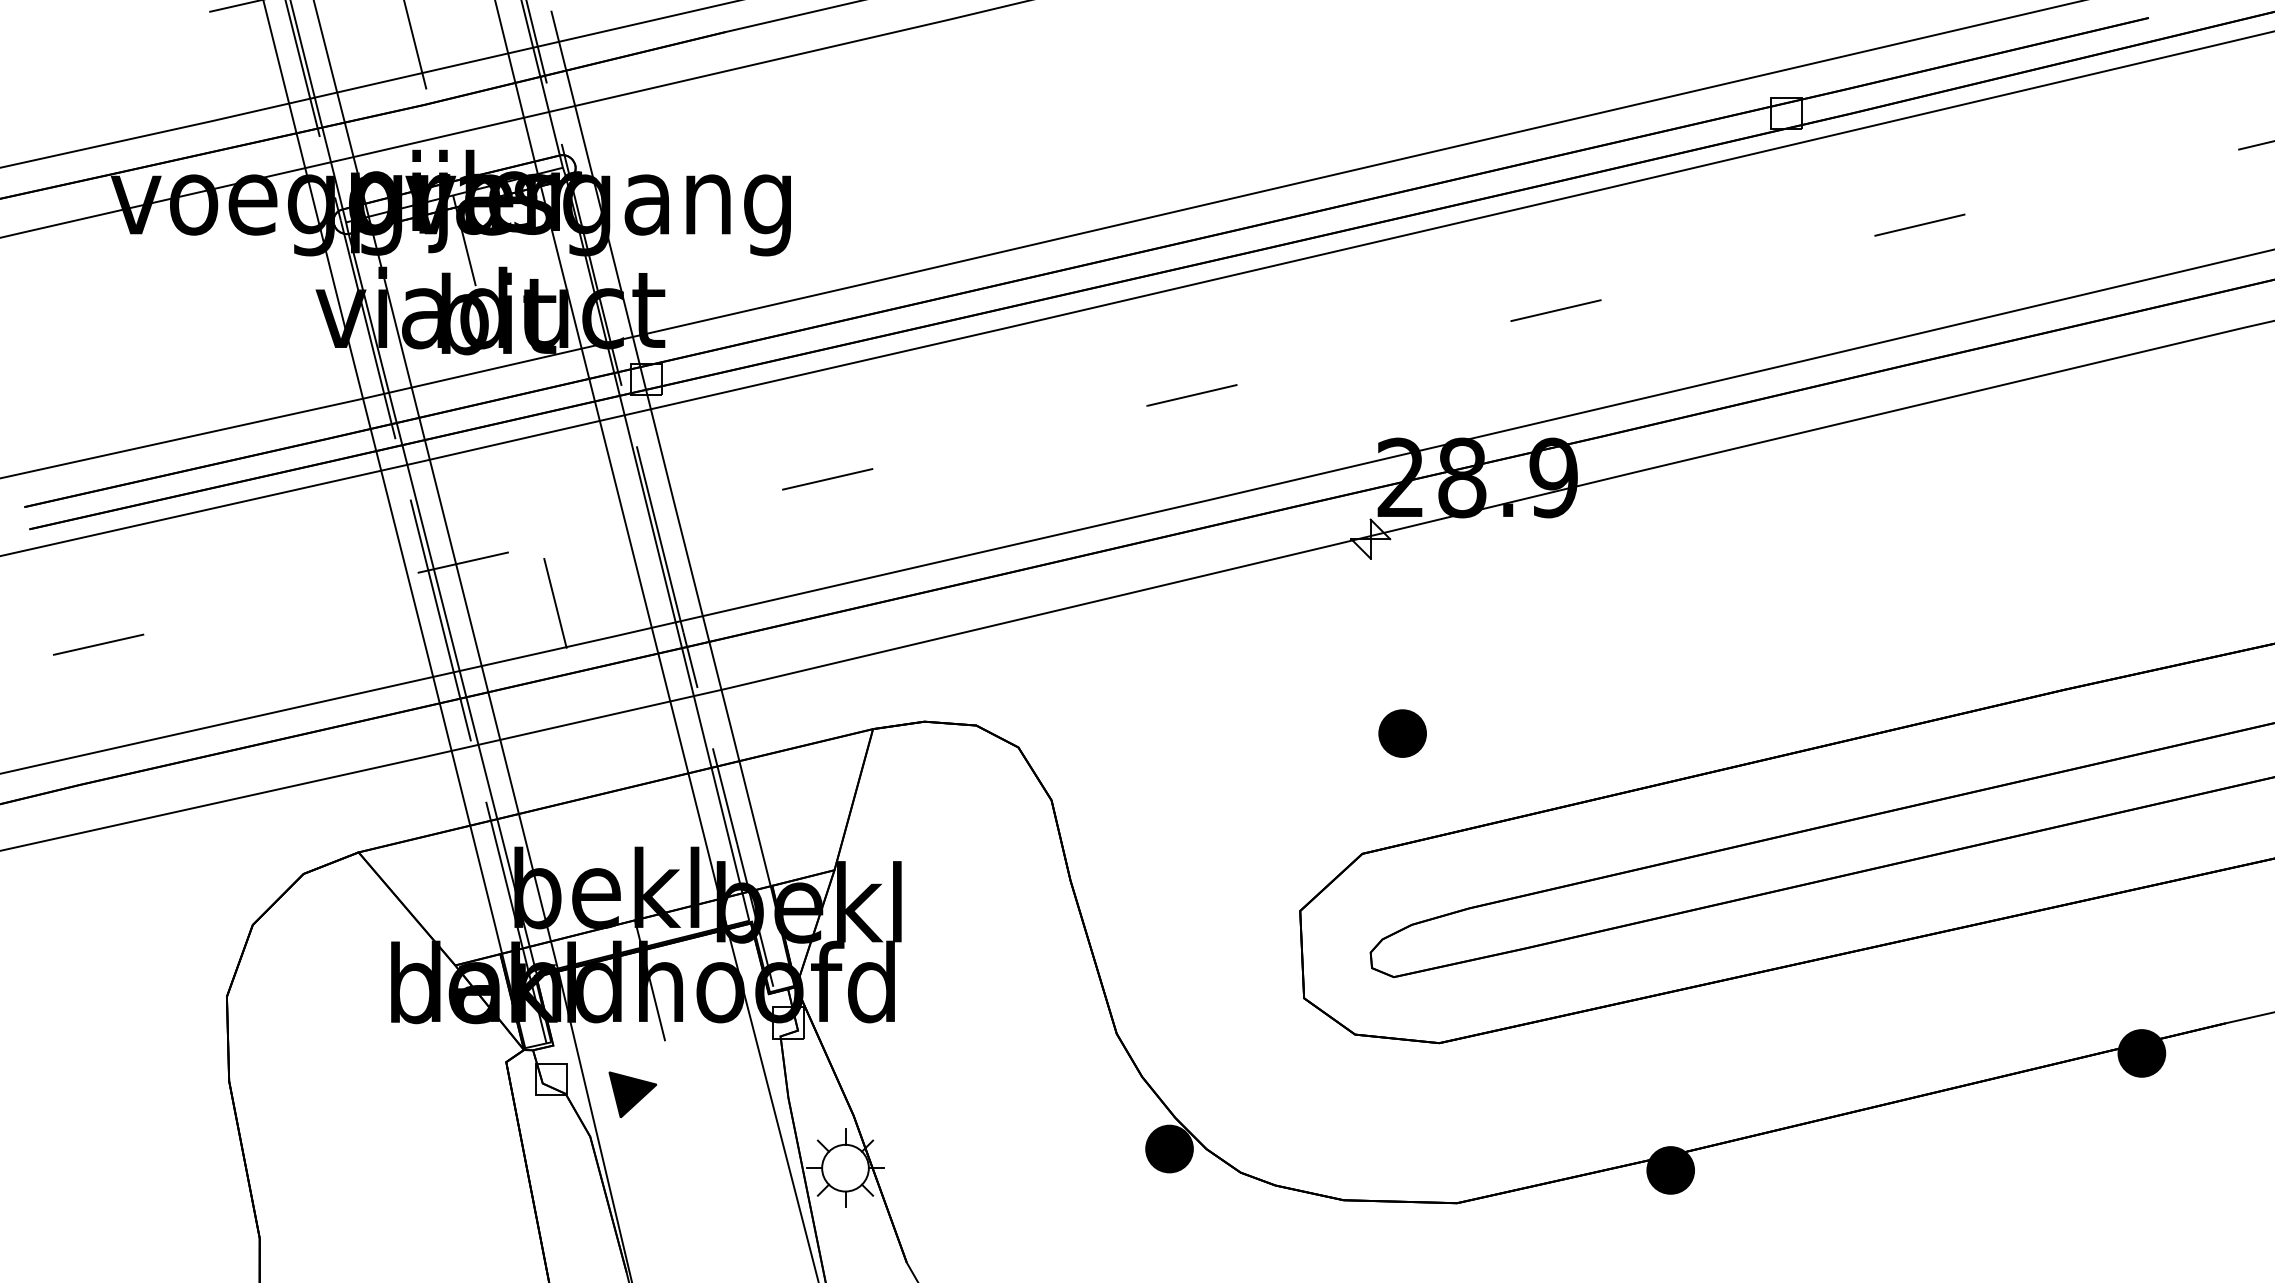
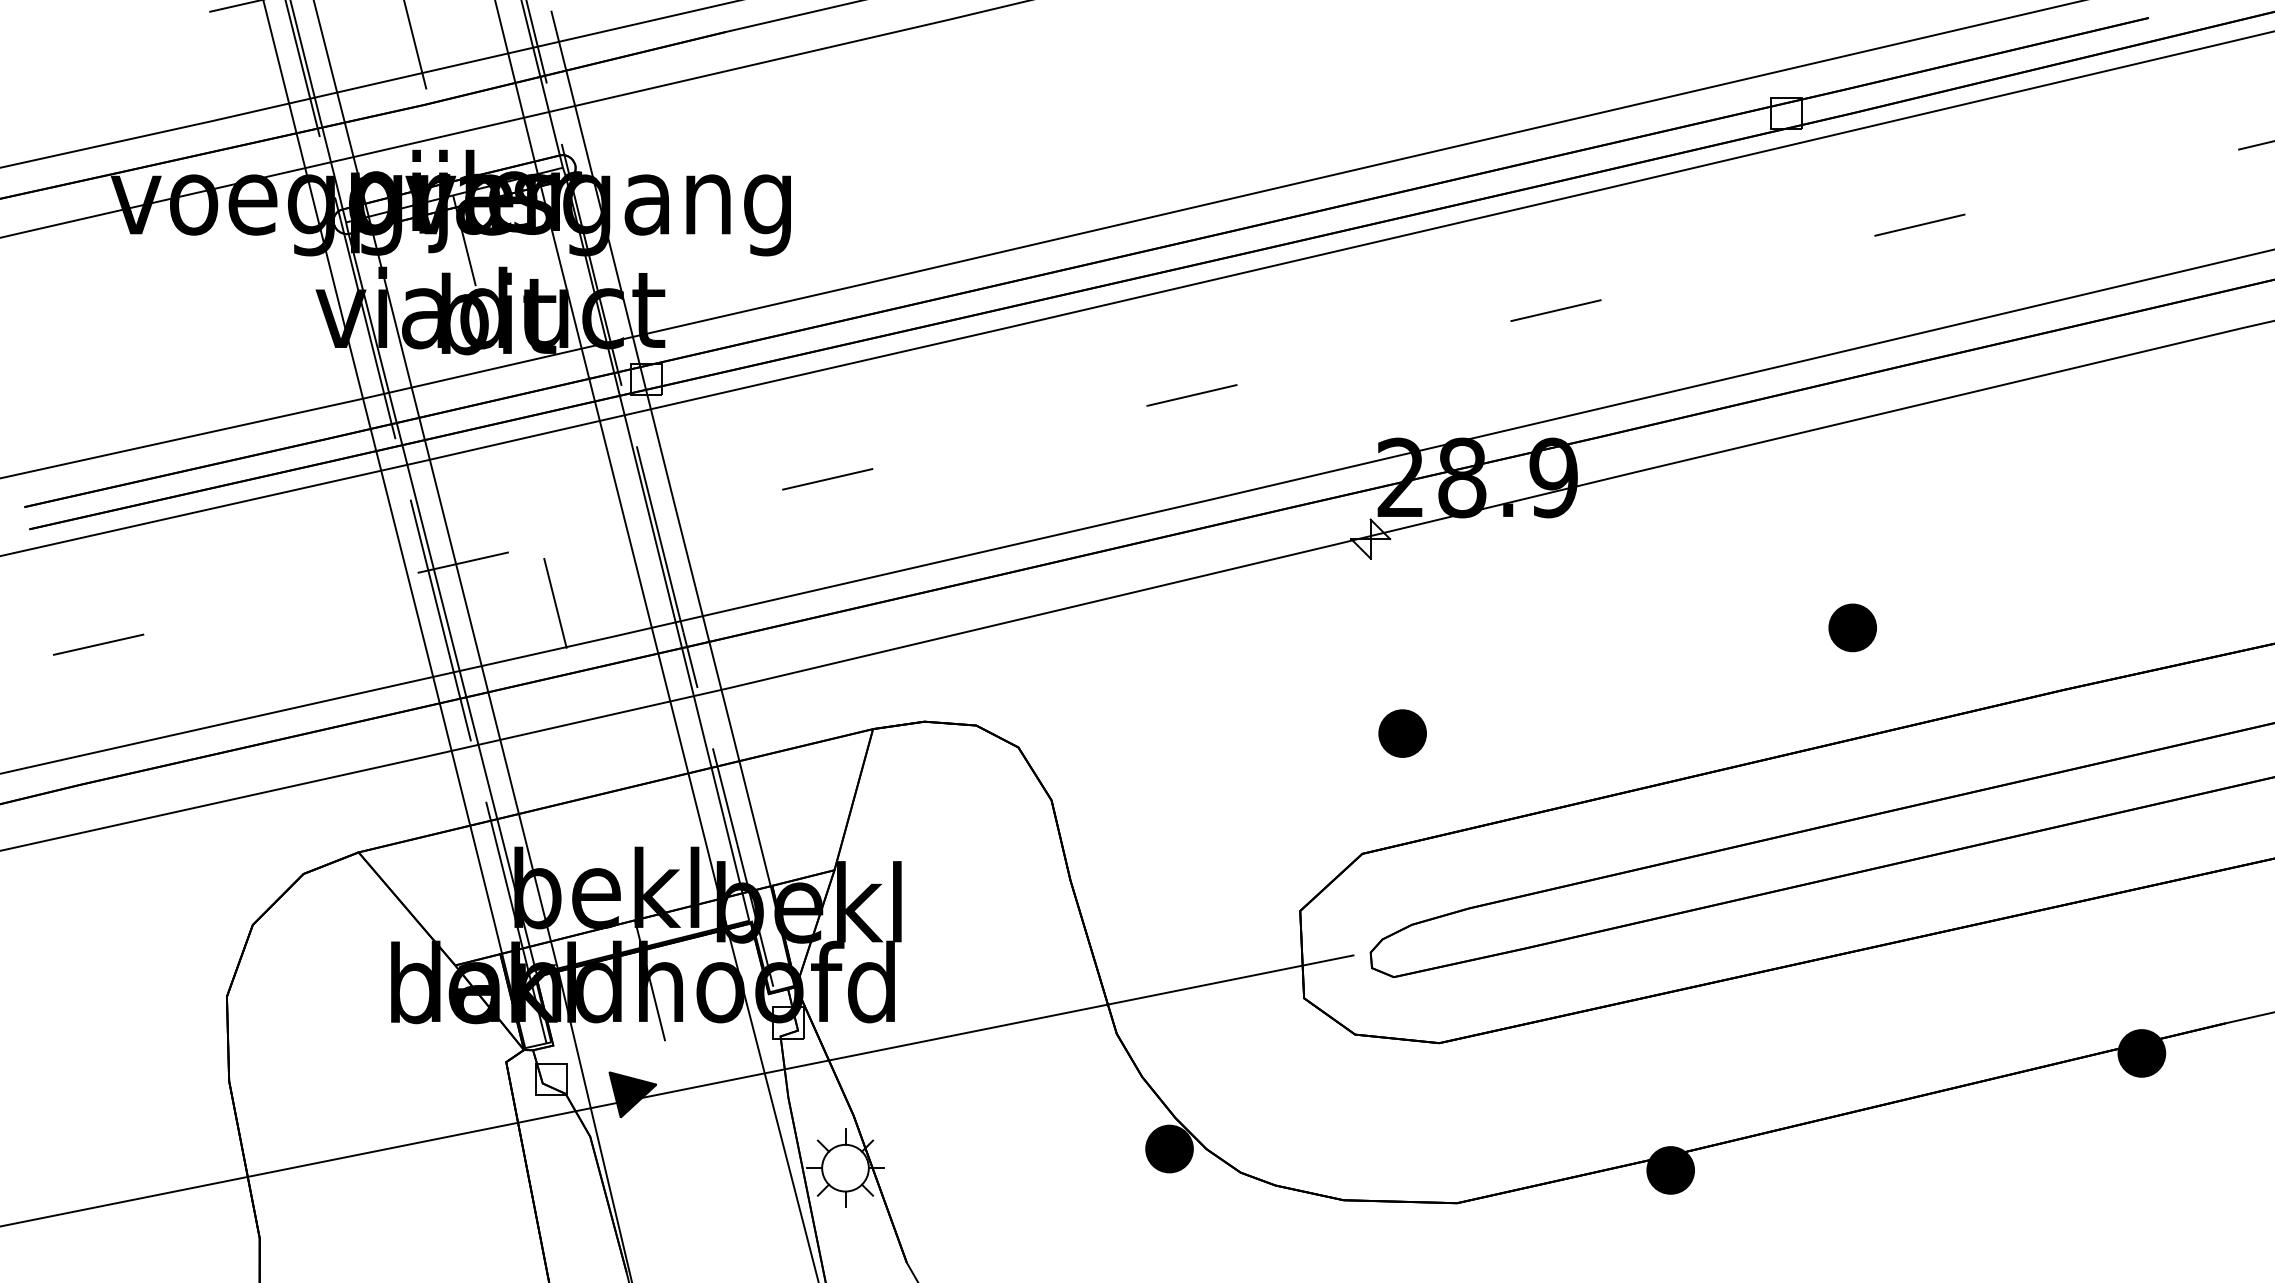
part at (1852, 627): none -> present
line at (677, 1090): none -> present
